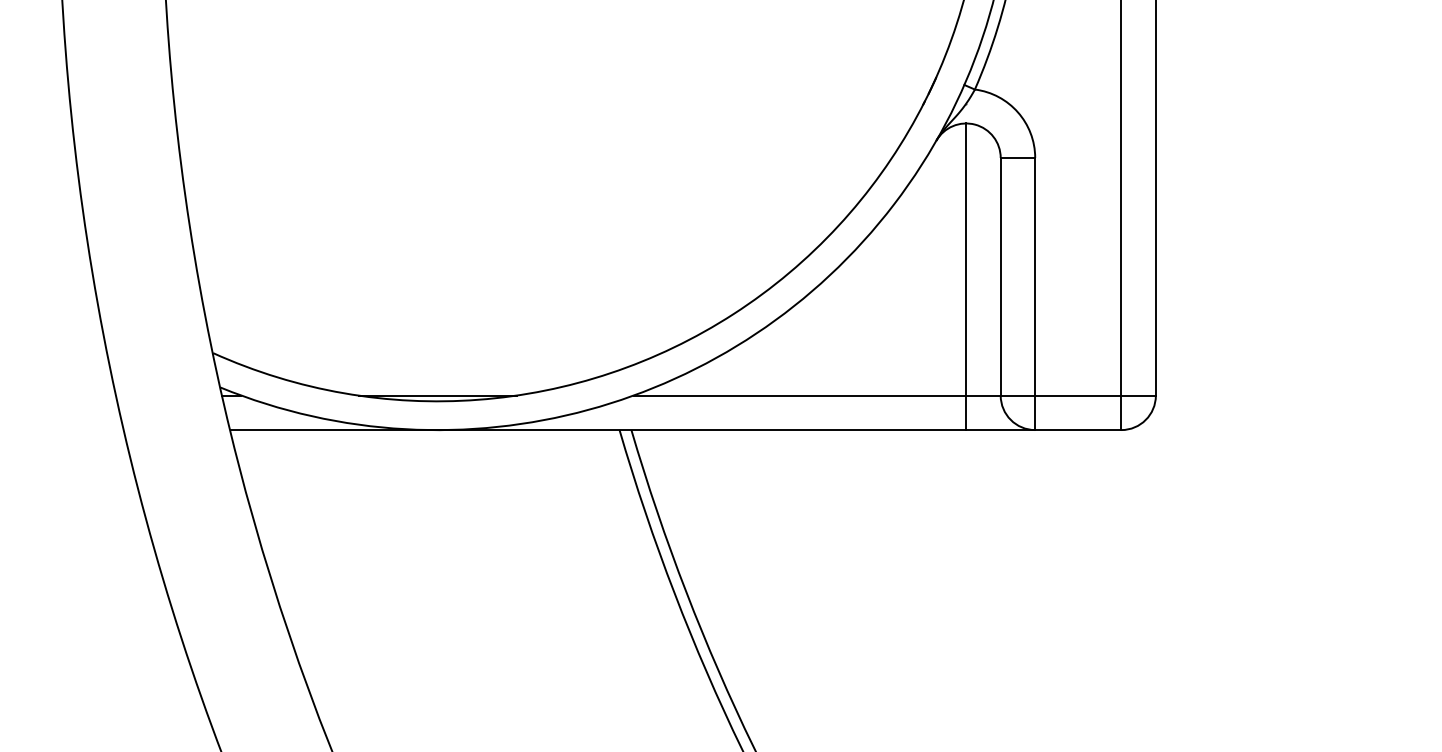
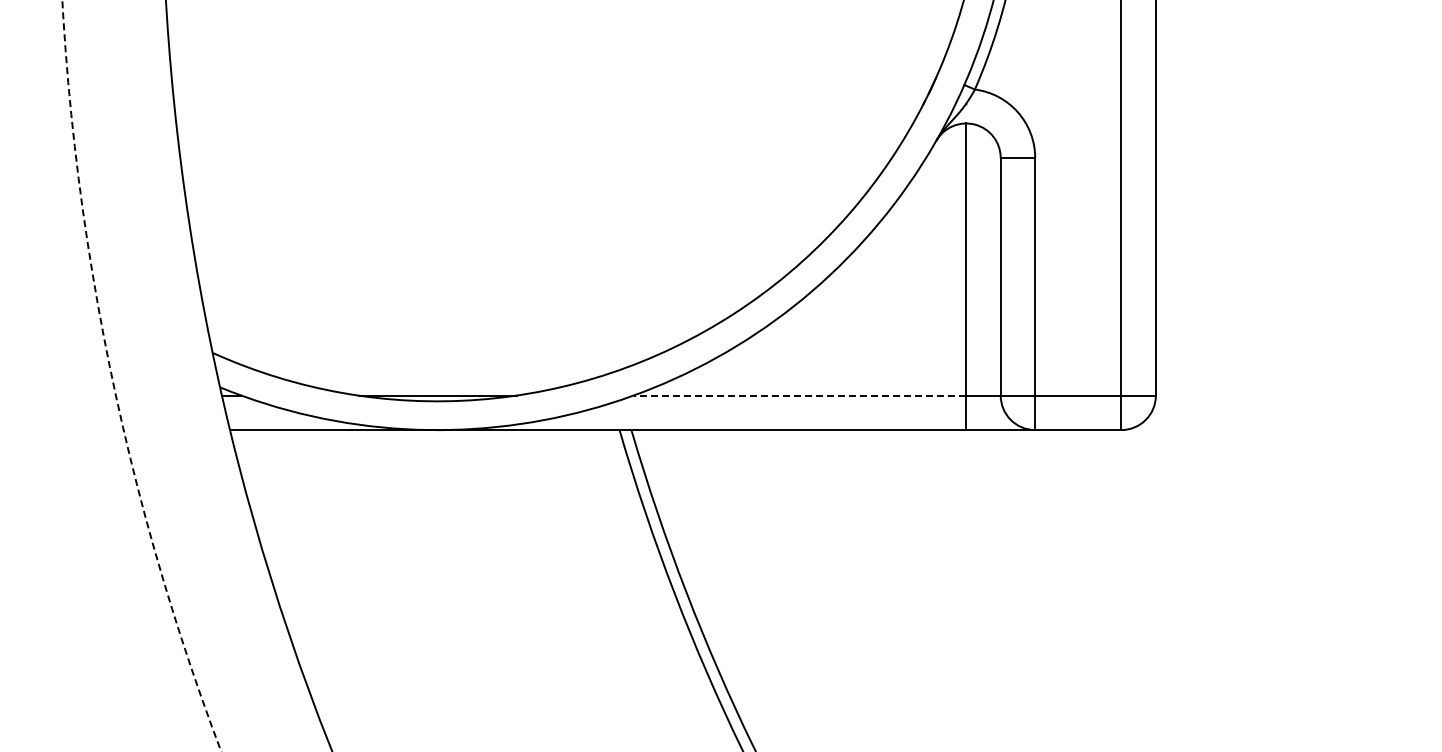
circle at (141, 375): solid -> dashed
line at (799, 395): solid -> dashed
